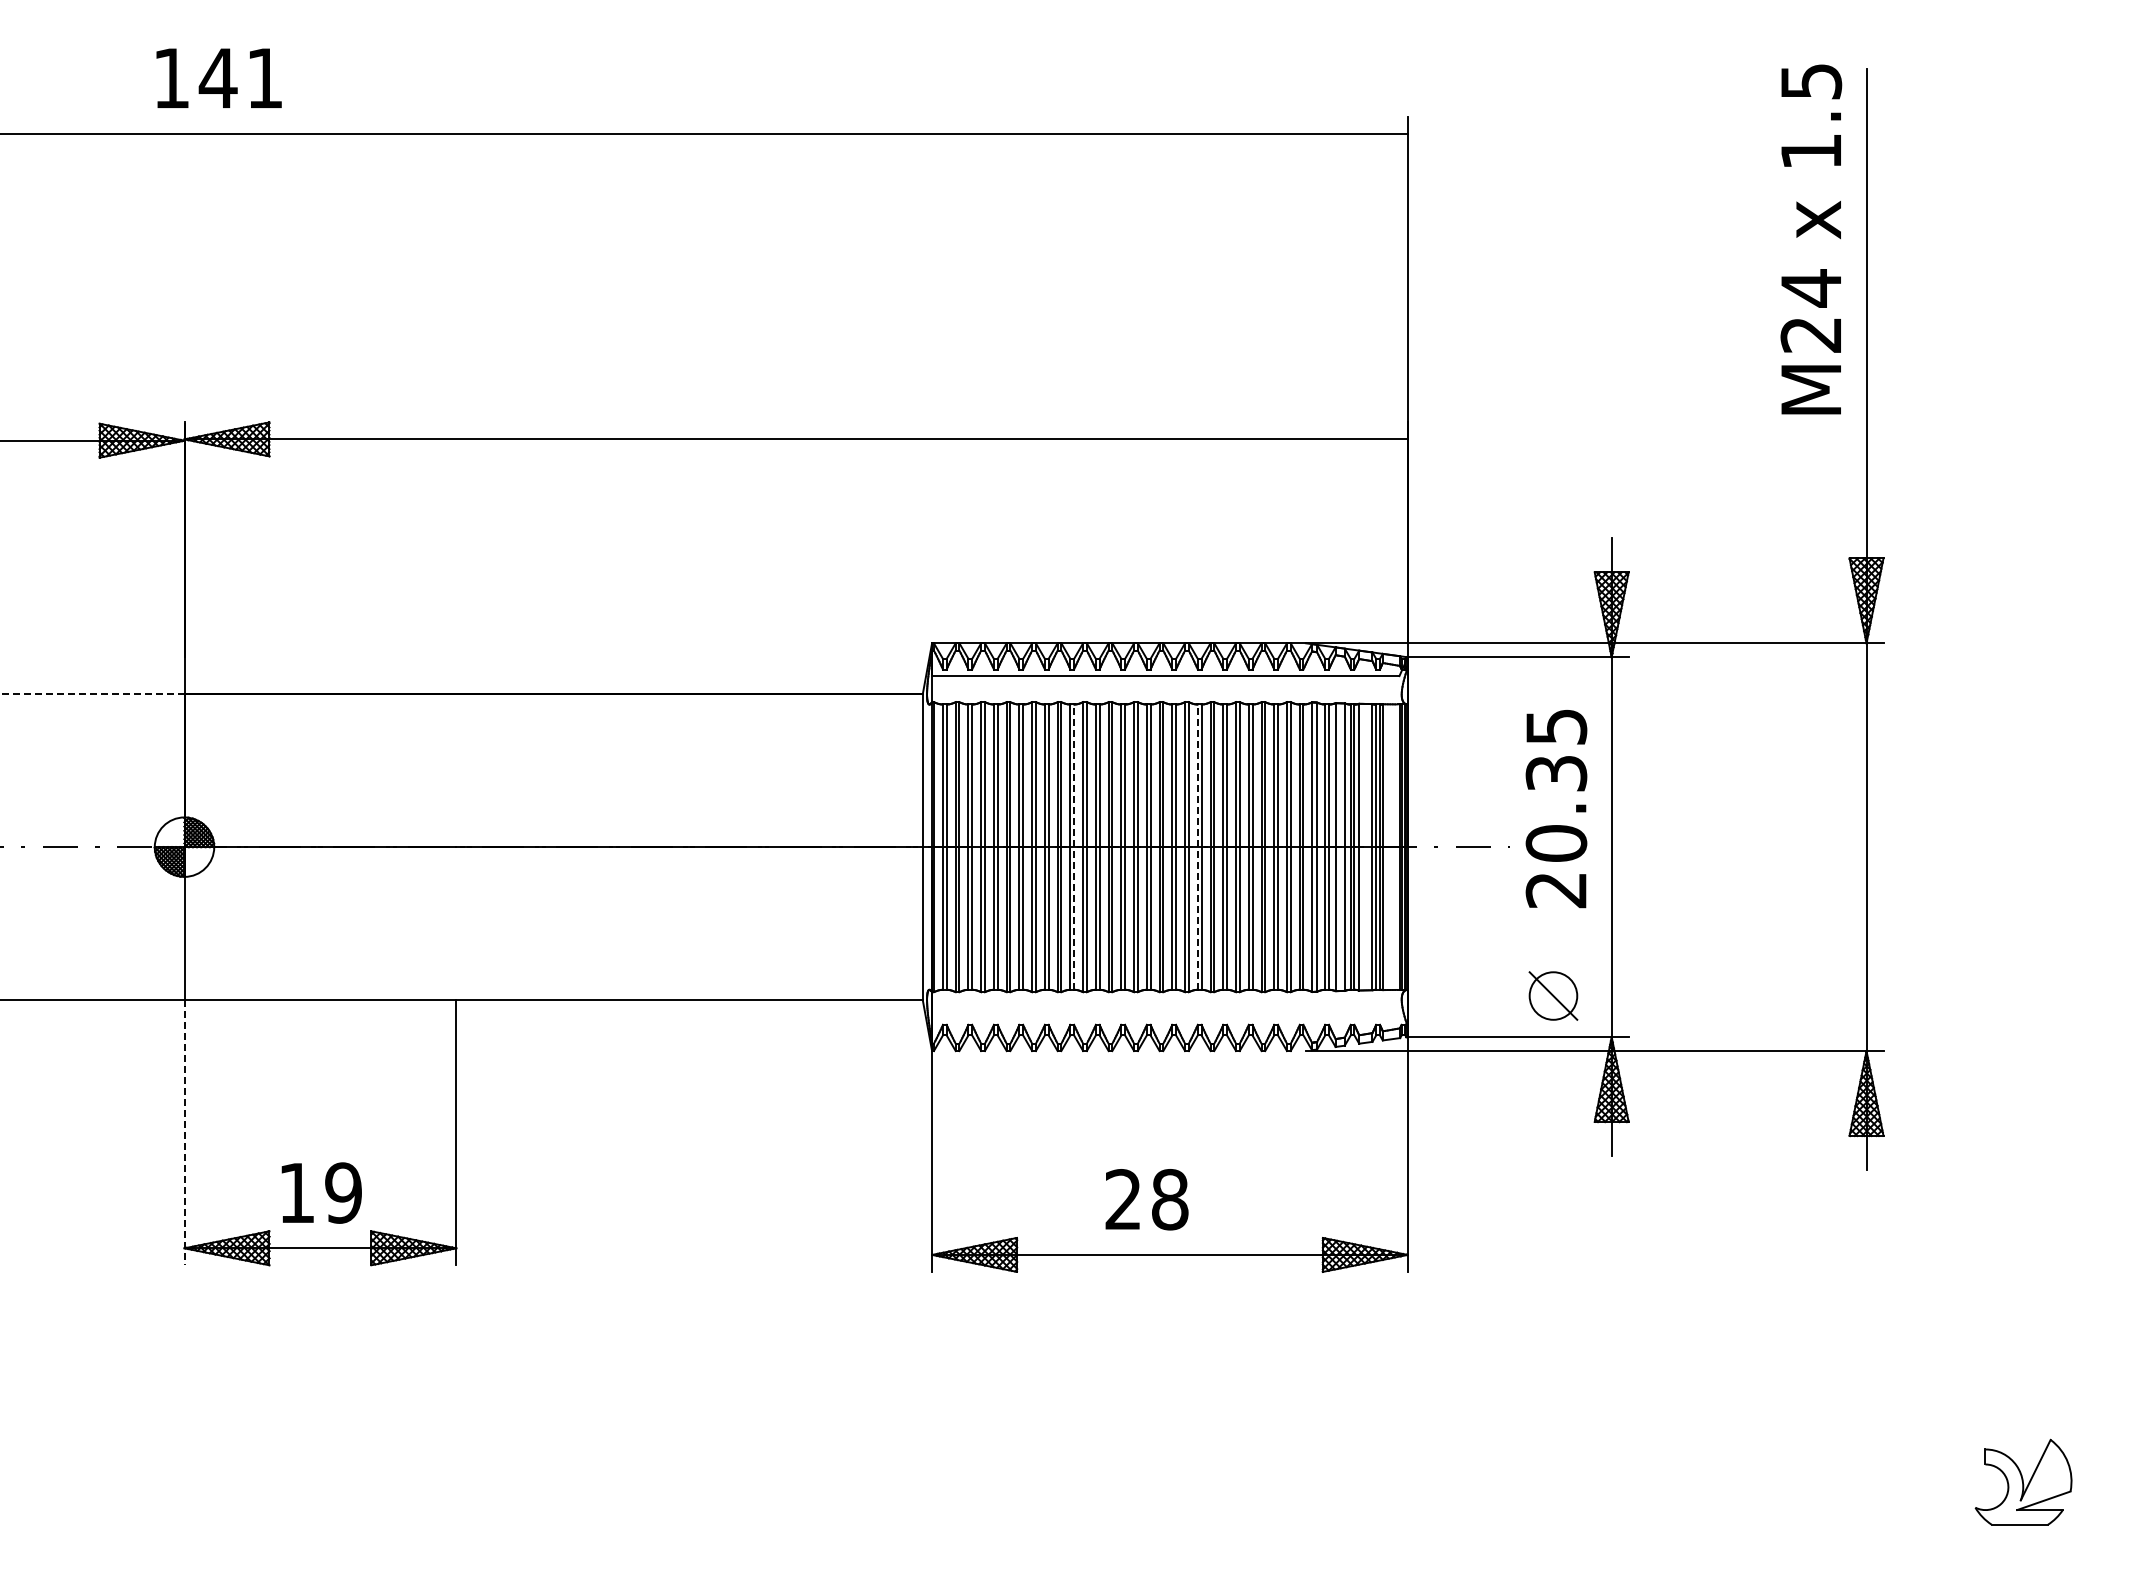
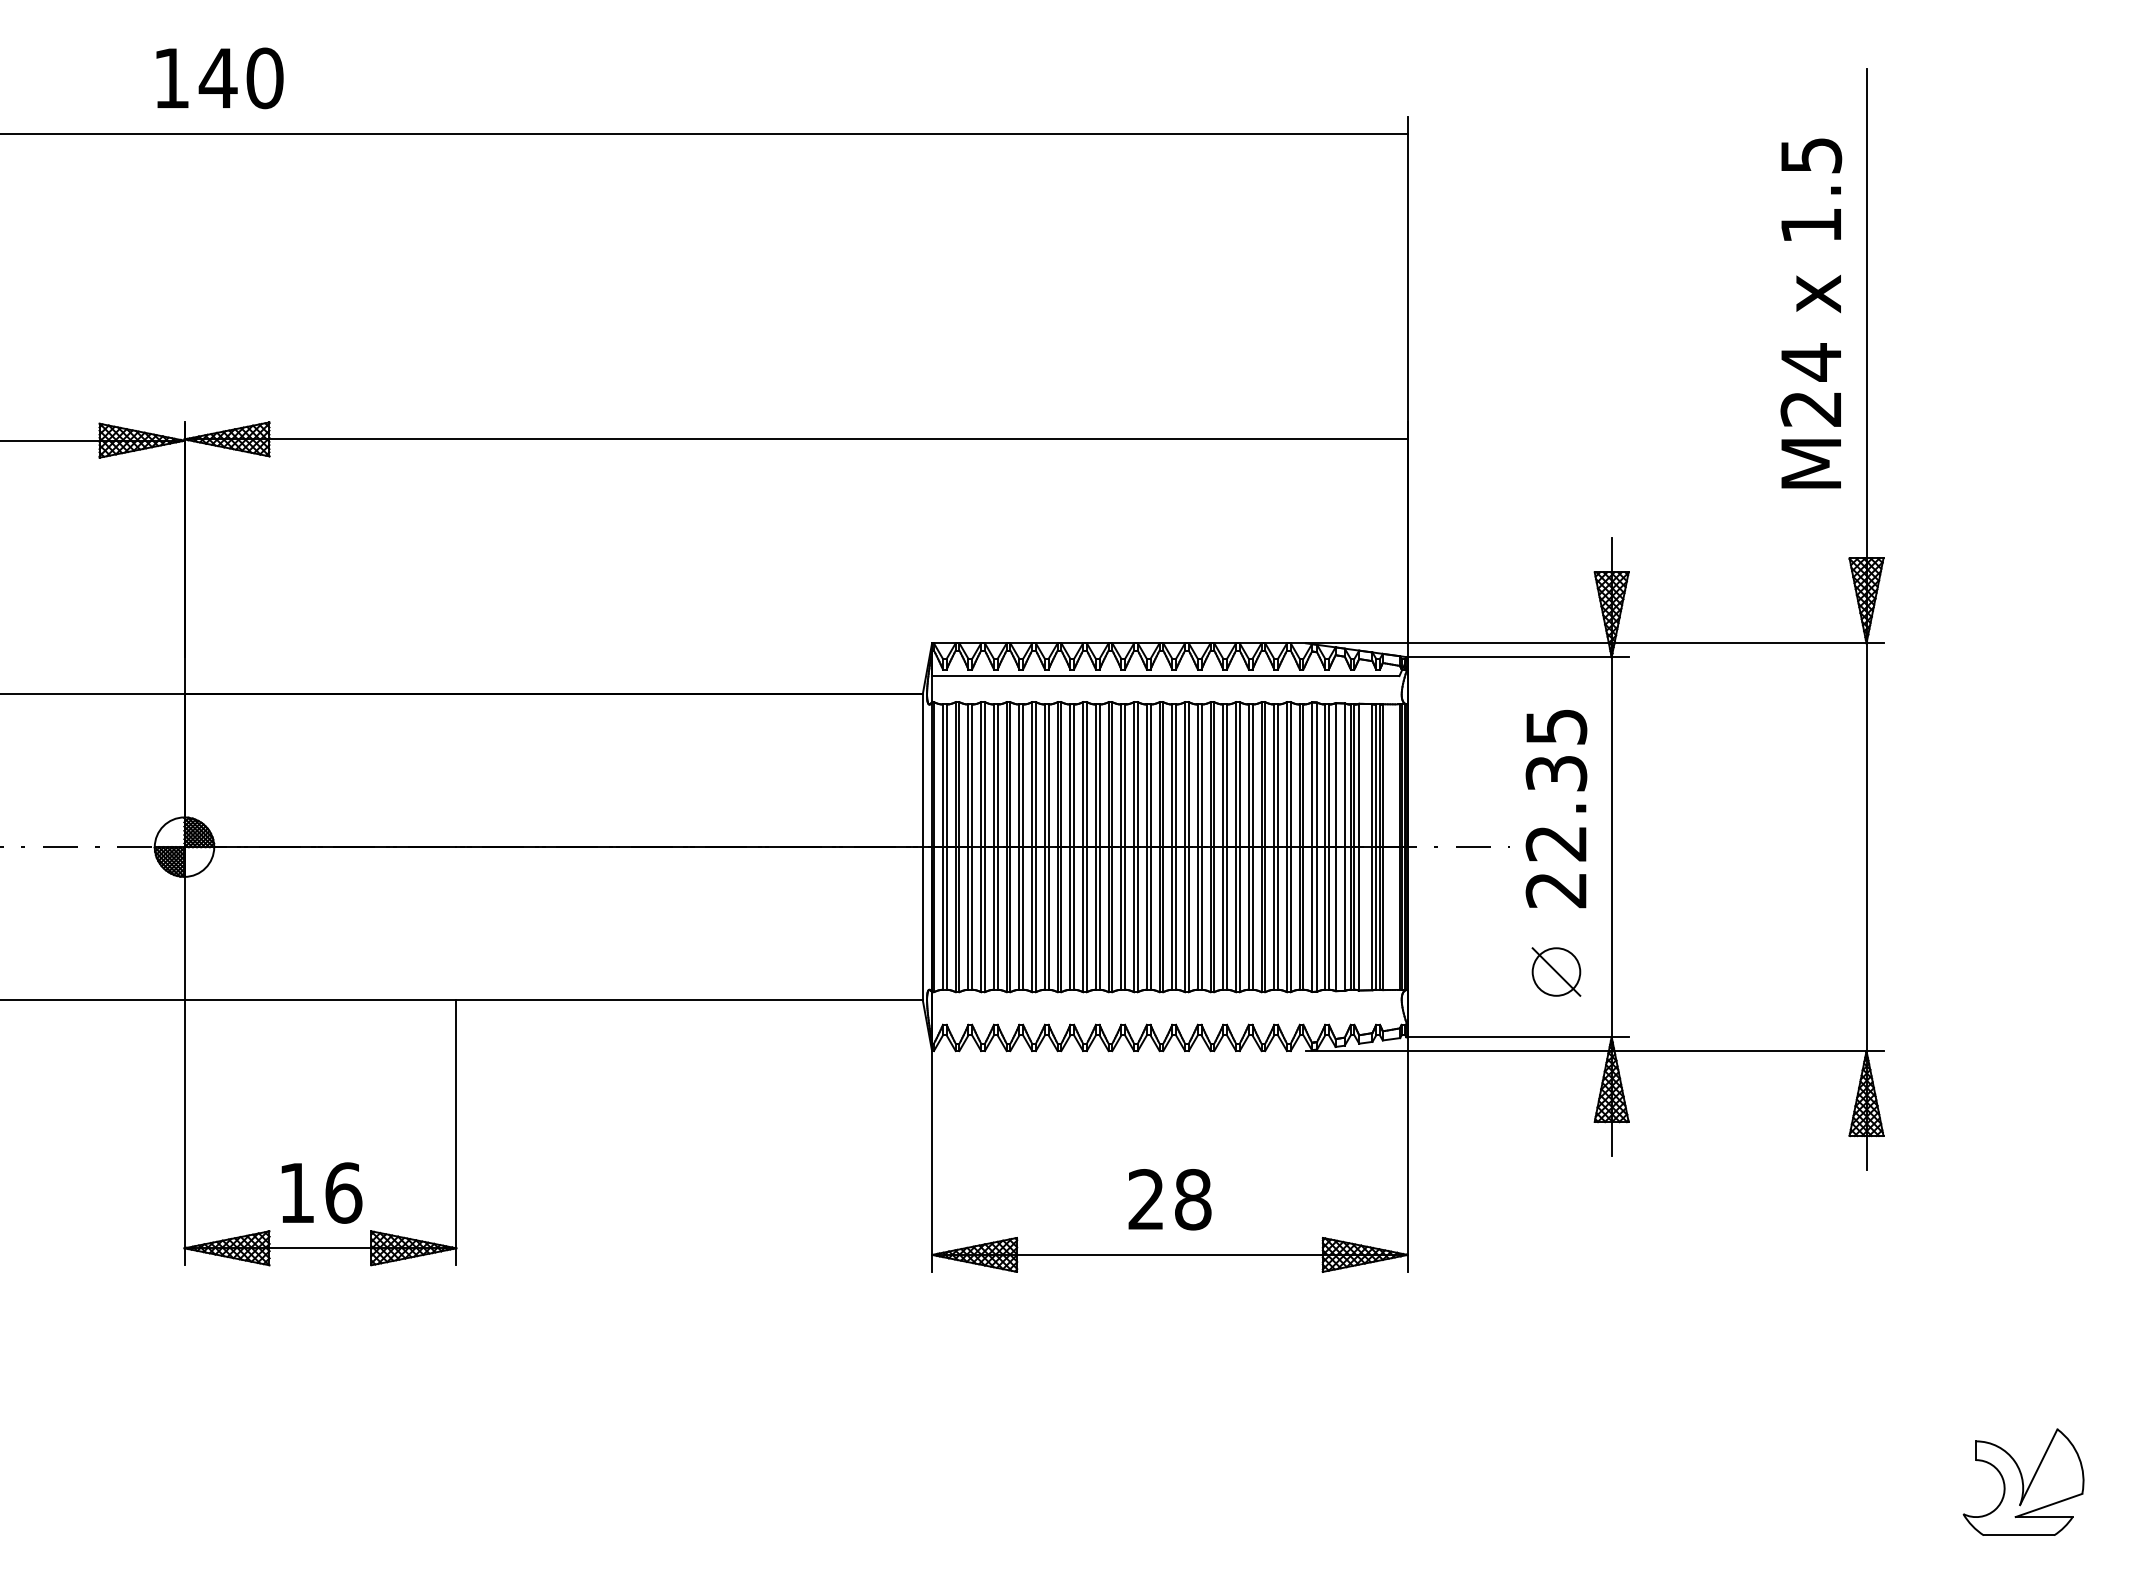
text at (264, 78): 141 -> 140
text at (1811, 239) position: (1811, 239) -> (1811, 313)
line at (92, 694): dashed -> solid
text at (1556, 843): 20.35 -> 22.35
line at (1074, 847): dashed -> solid
line at (1197, 847): dashed -> solid
part at (1553, 995) position: (1553, 995) -> (1556, 971)
line at (184, 1132): dashed -> solid
text at (343, 1192): 19 -> 16
text at (1146, 1199) position: (1146, 1199) -> (1169, 1199)
part at (2023, 1481) size: 99x88 px -> 123x108 px
